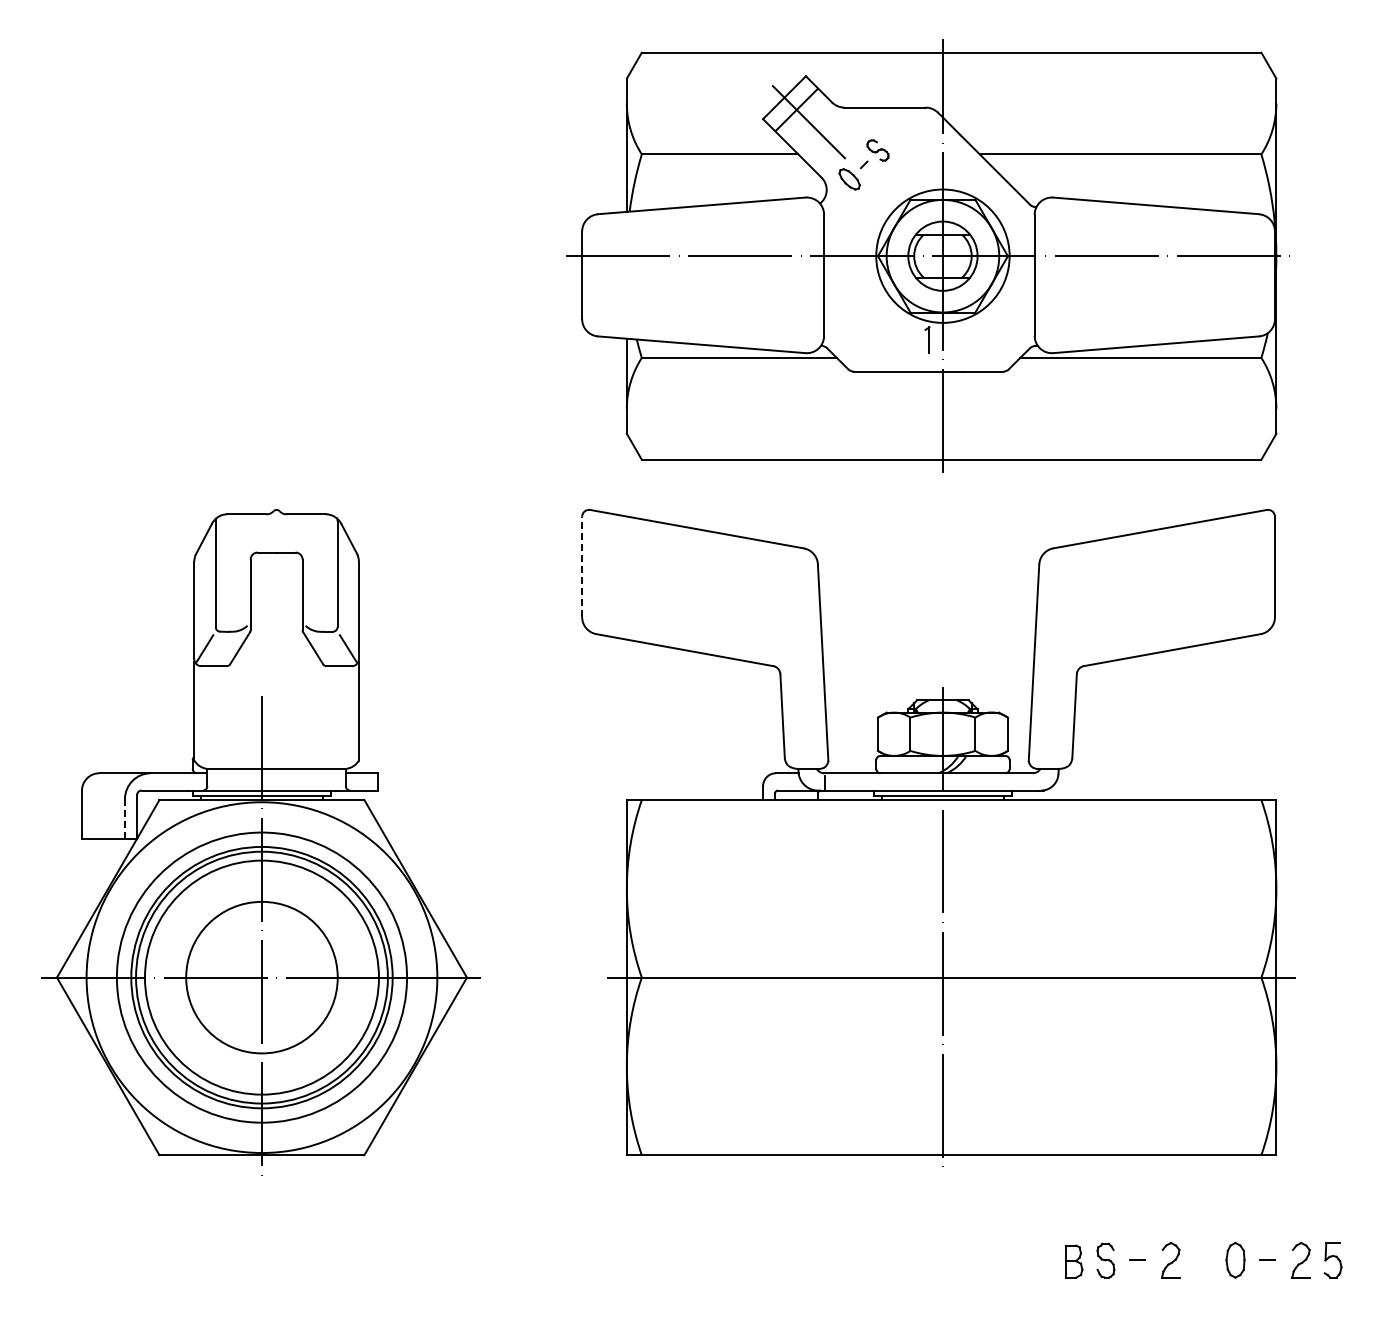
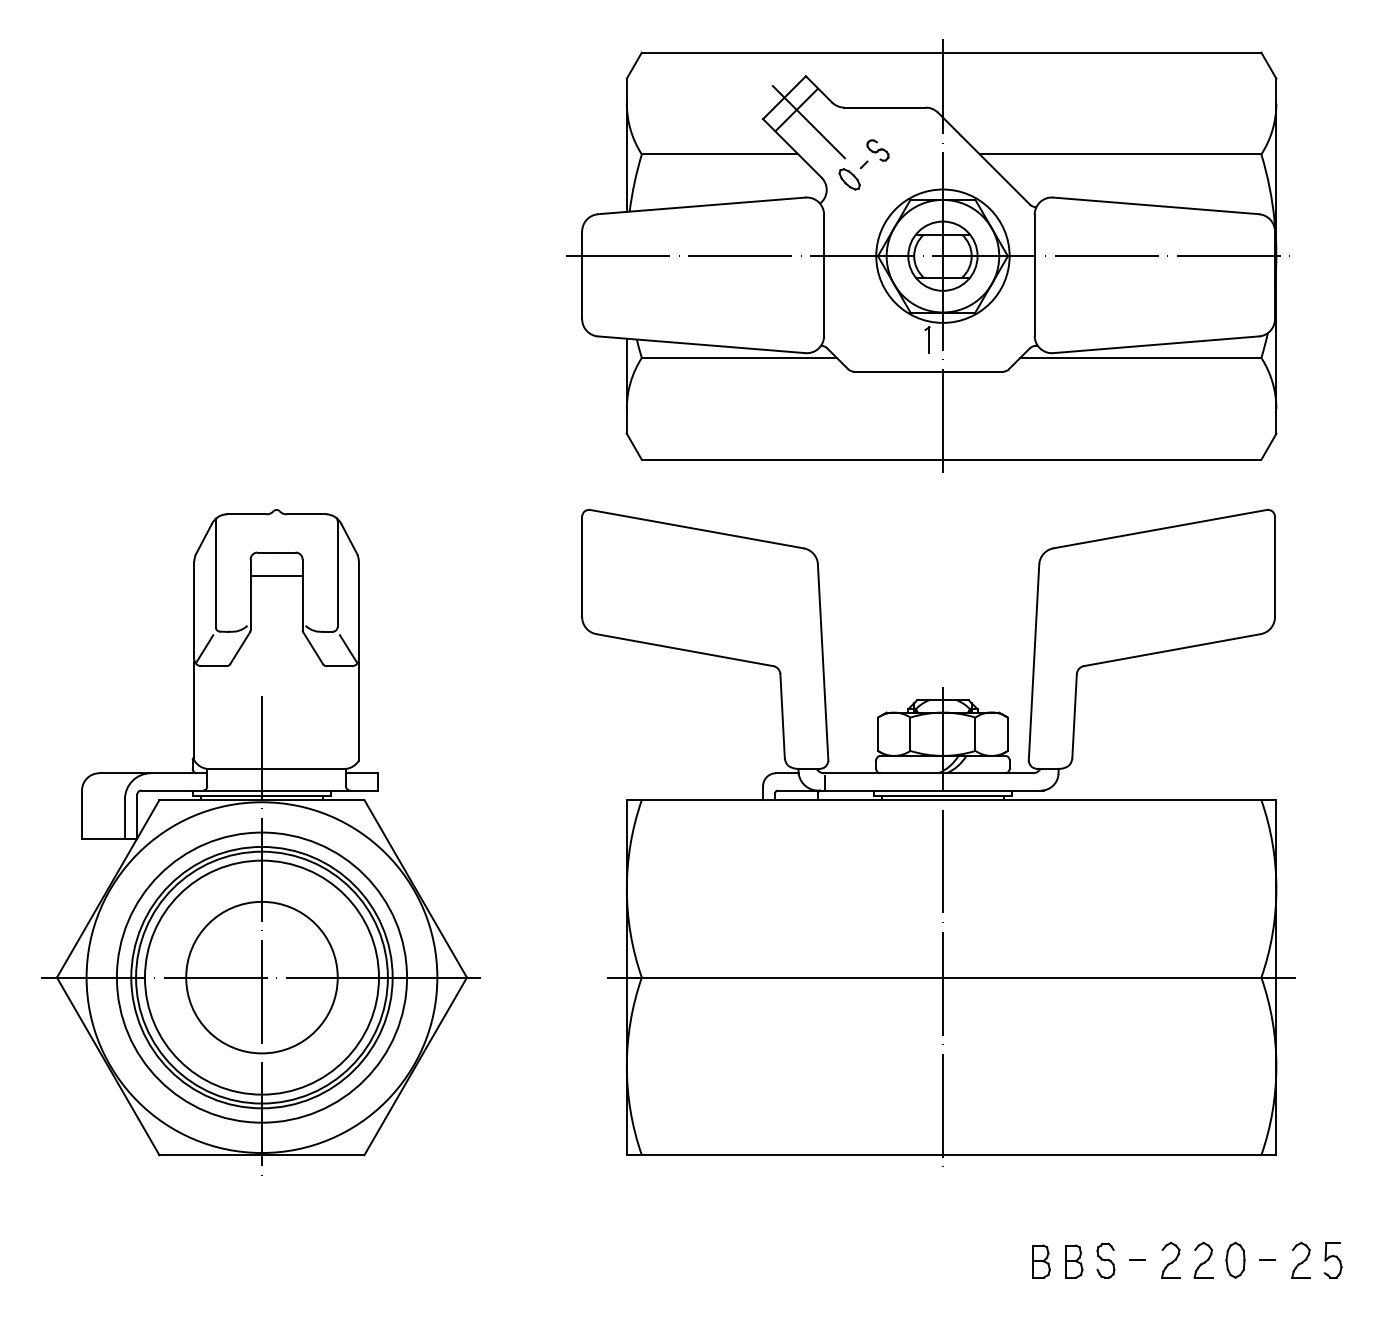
line at (582, 566): dashed -> solid
line at (276, 576): none -> present
line at (124, 819): dashed -> solid
part at (1203, 1259): none -> present
part at (1041, 1261): none -> present
